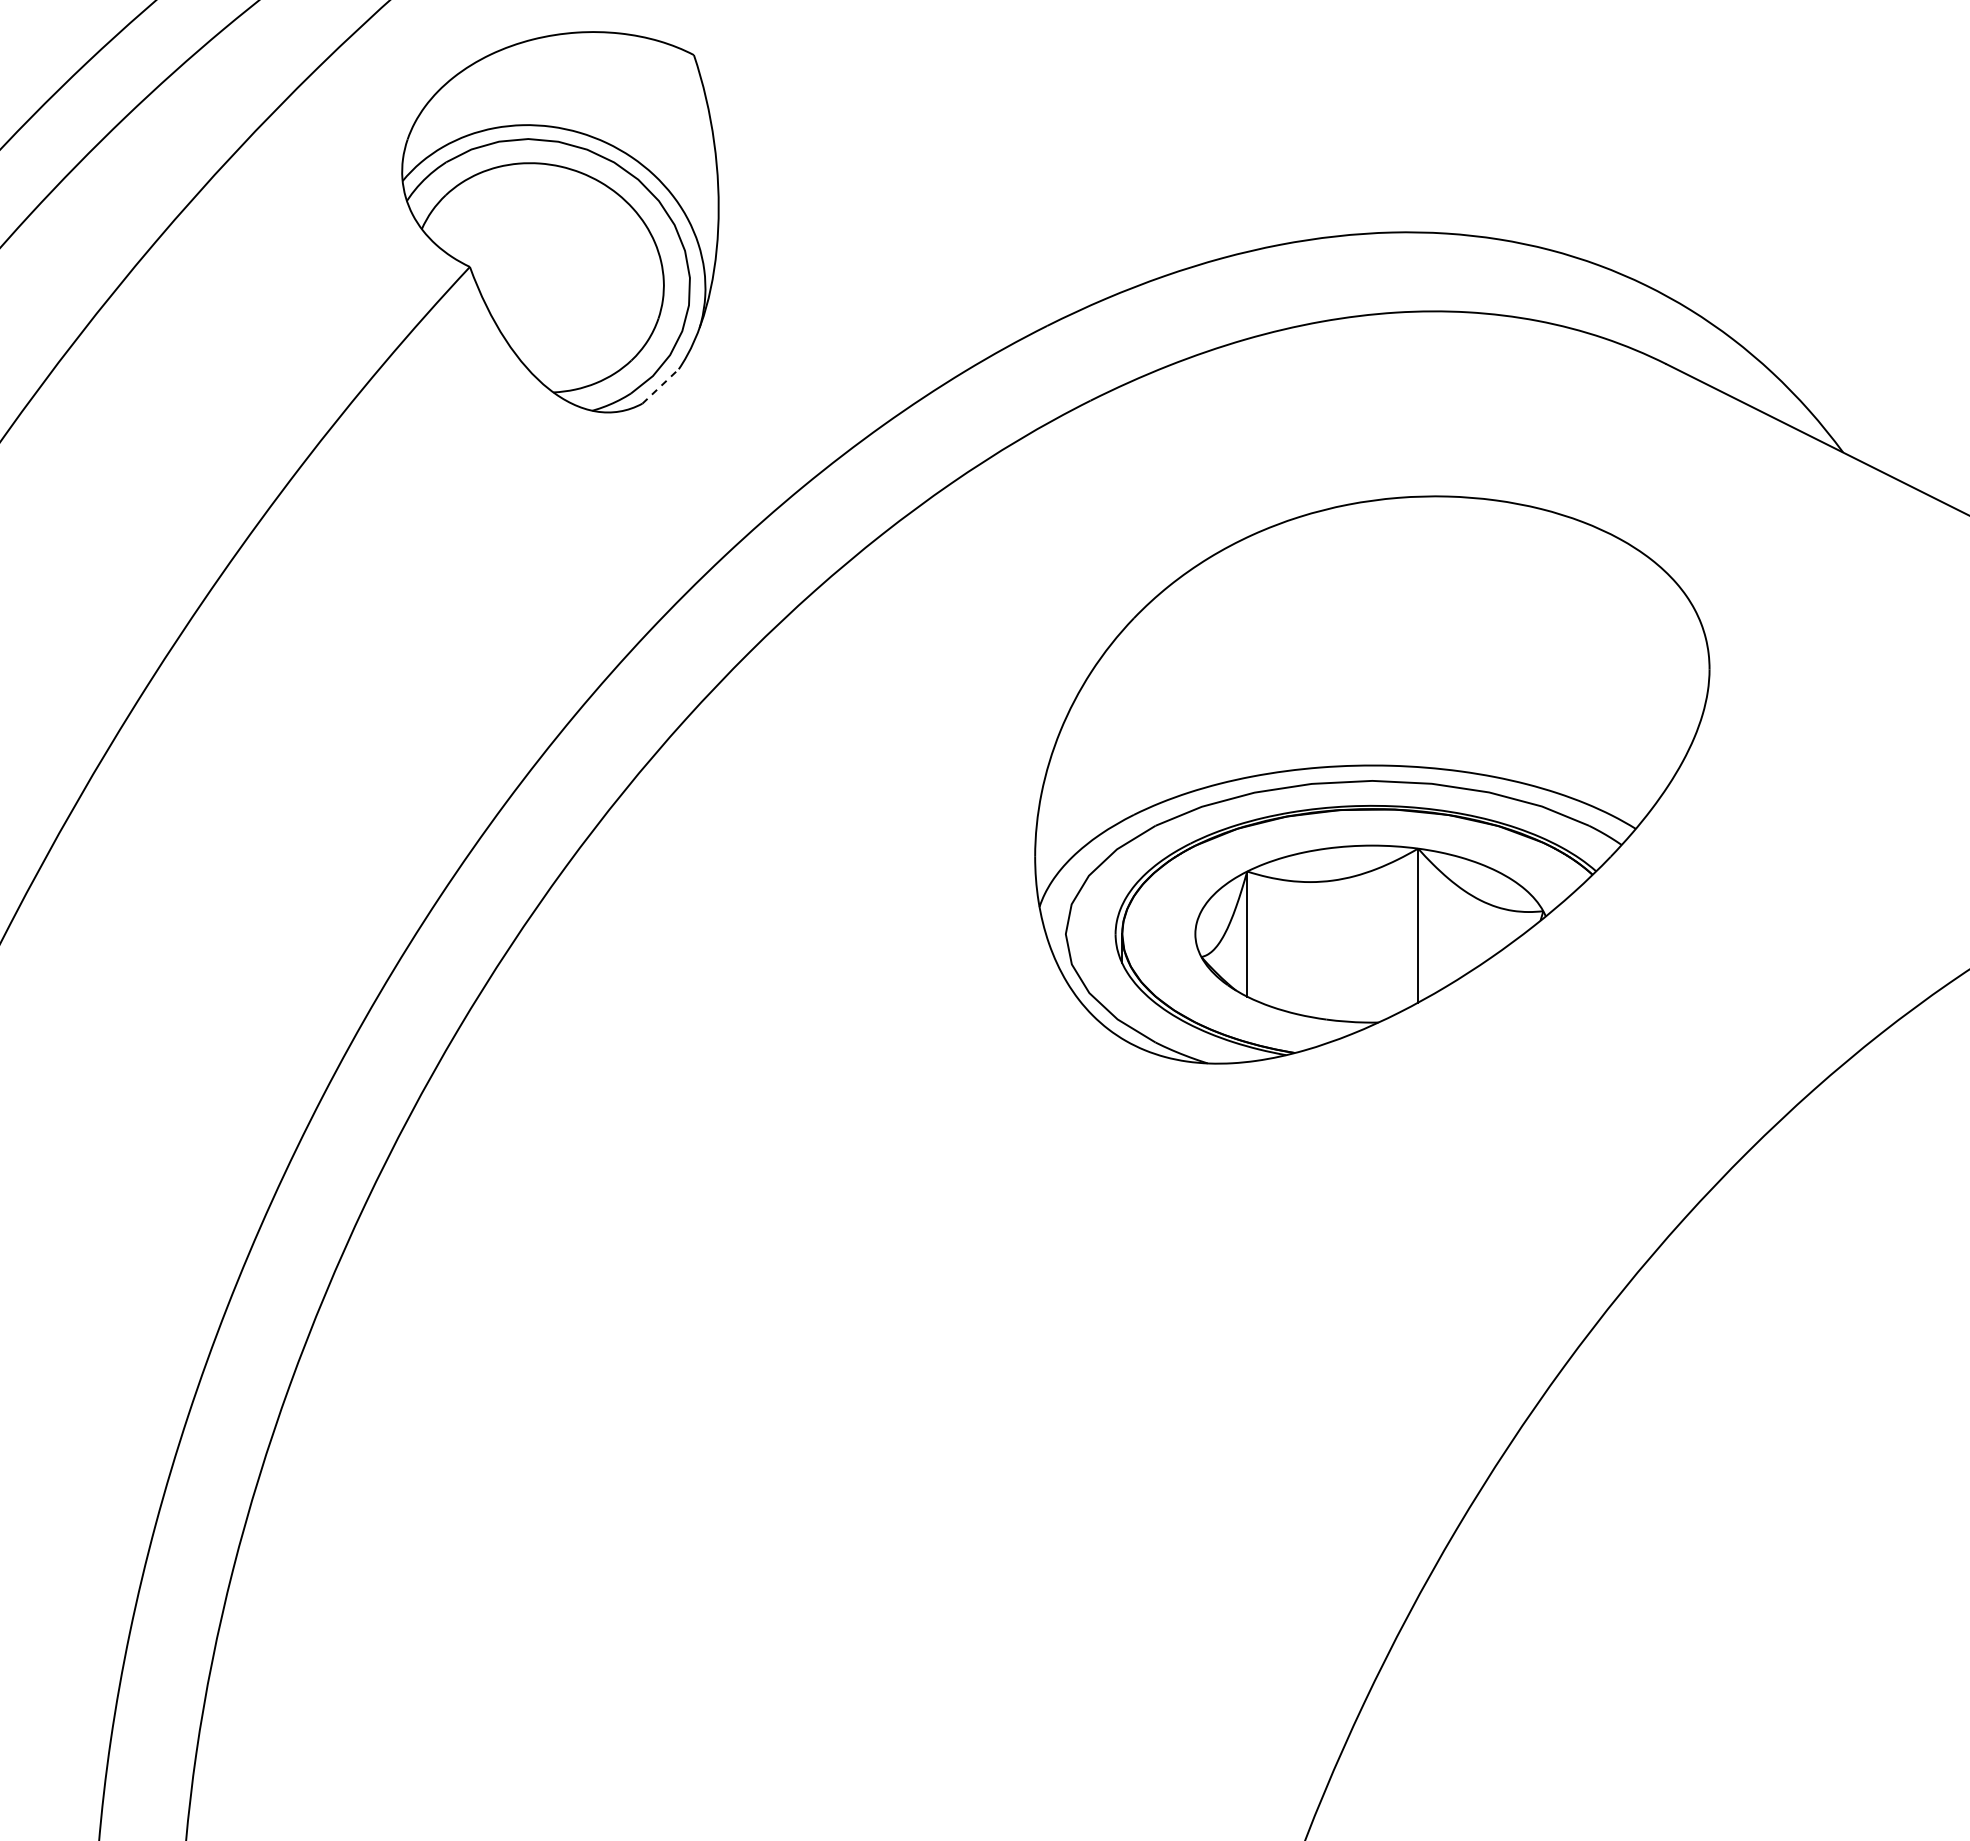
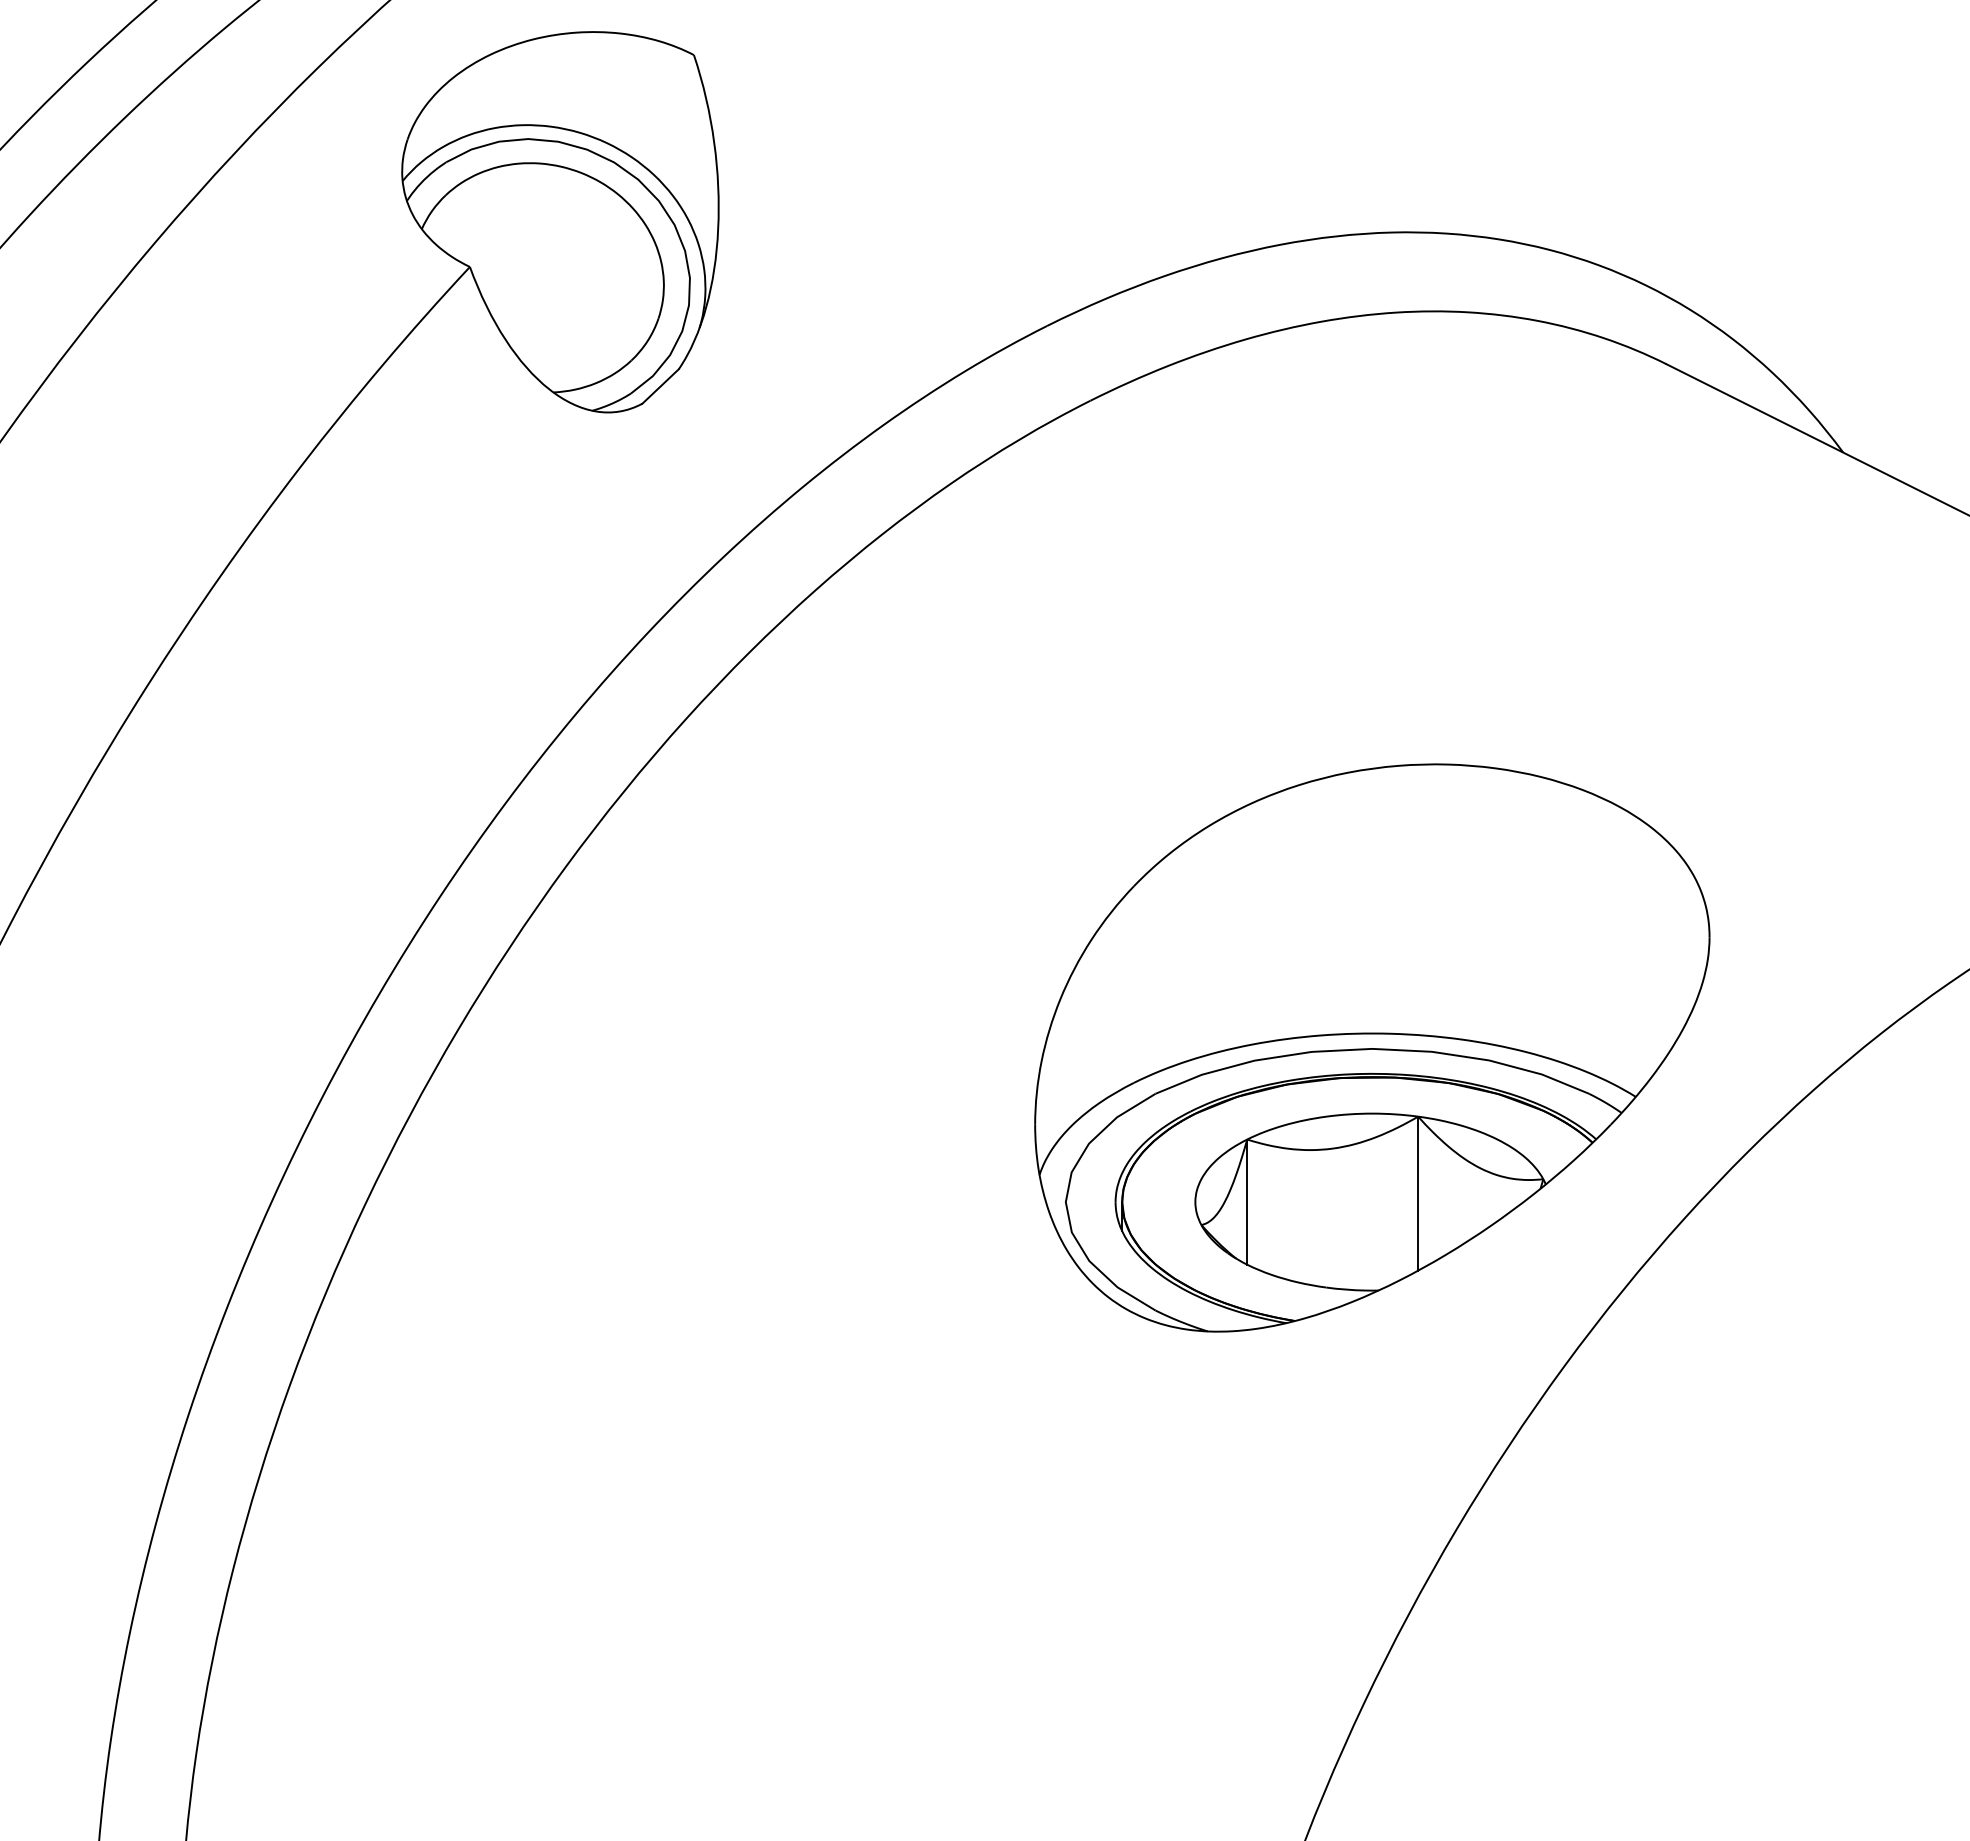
line at (660, 386): dashed -> solid
part at (1372, 779) position: (1372, 779) -> (1372, 1047)
